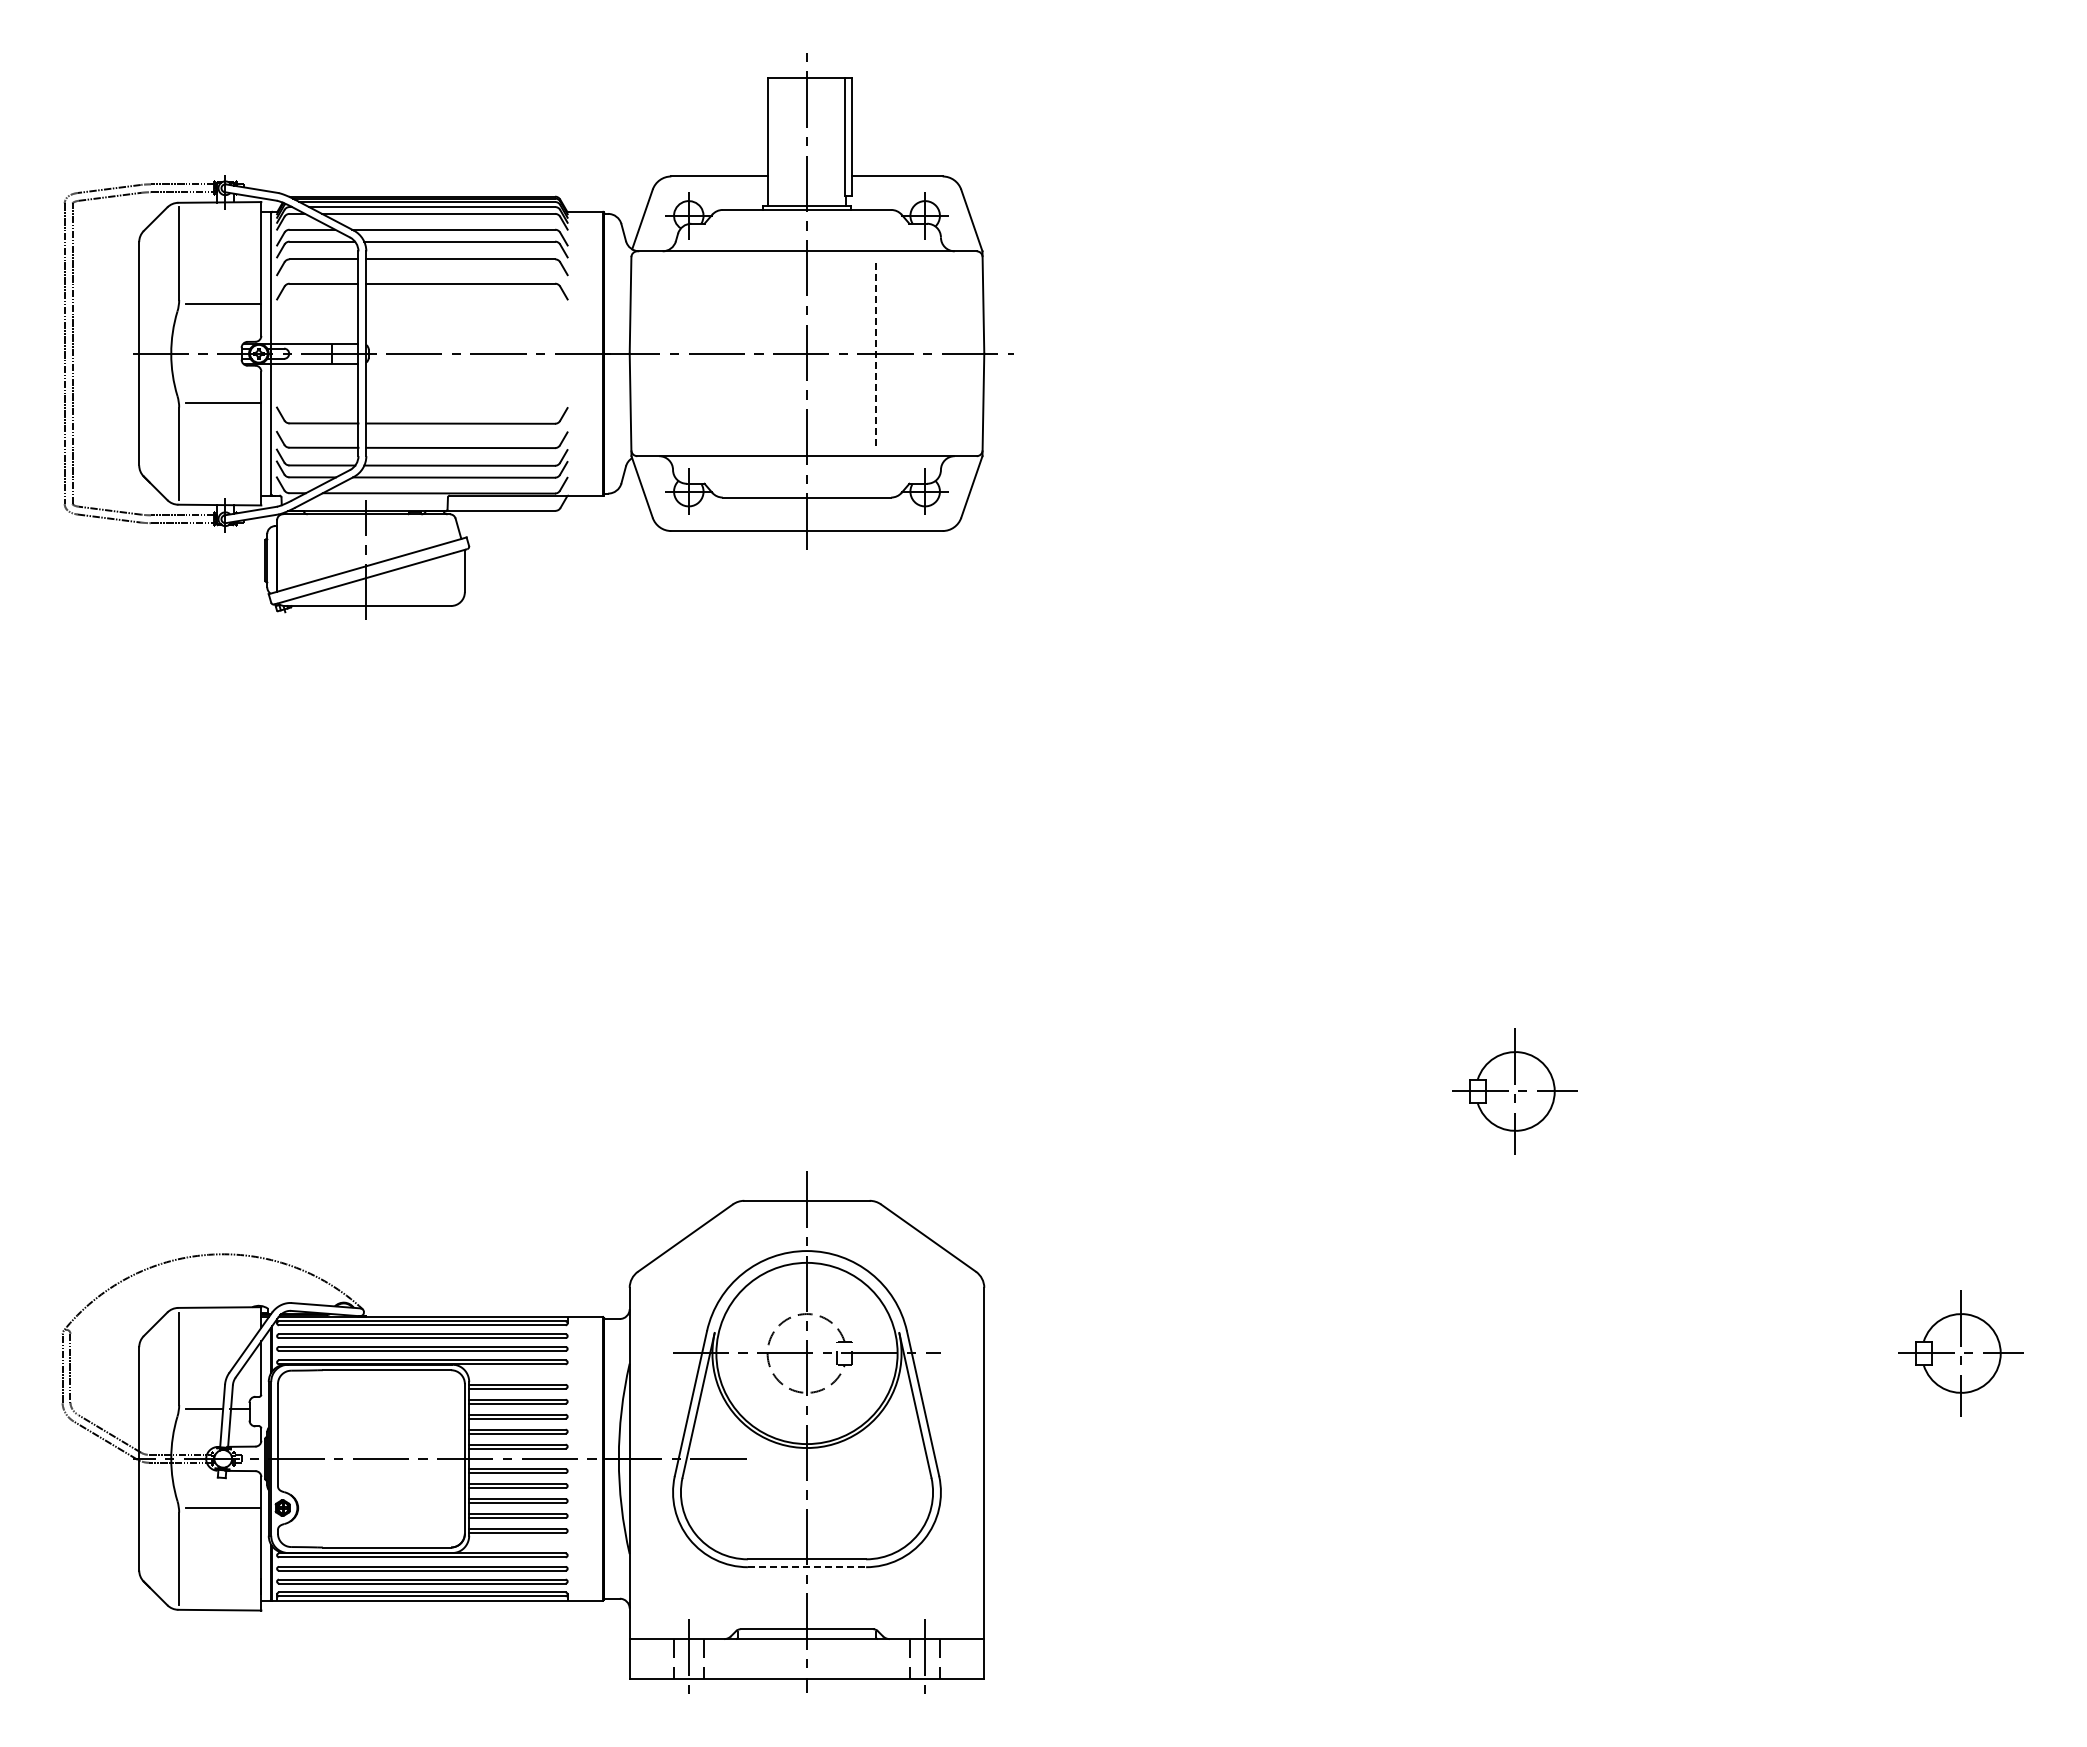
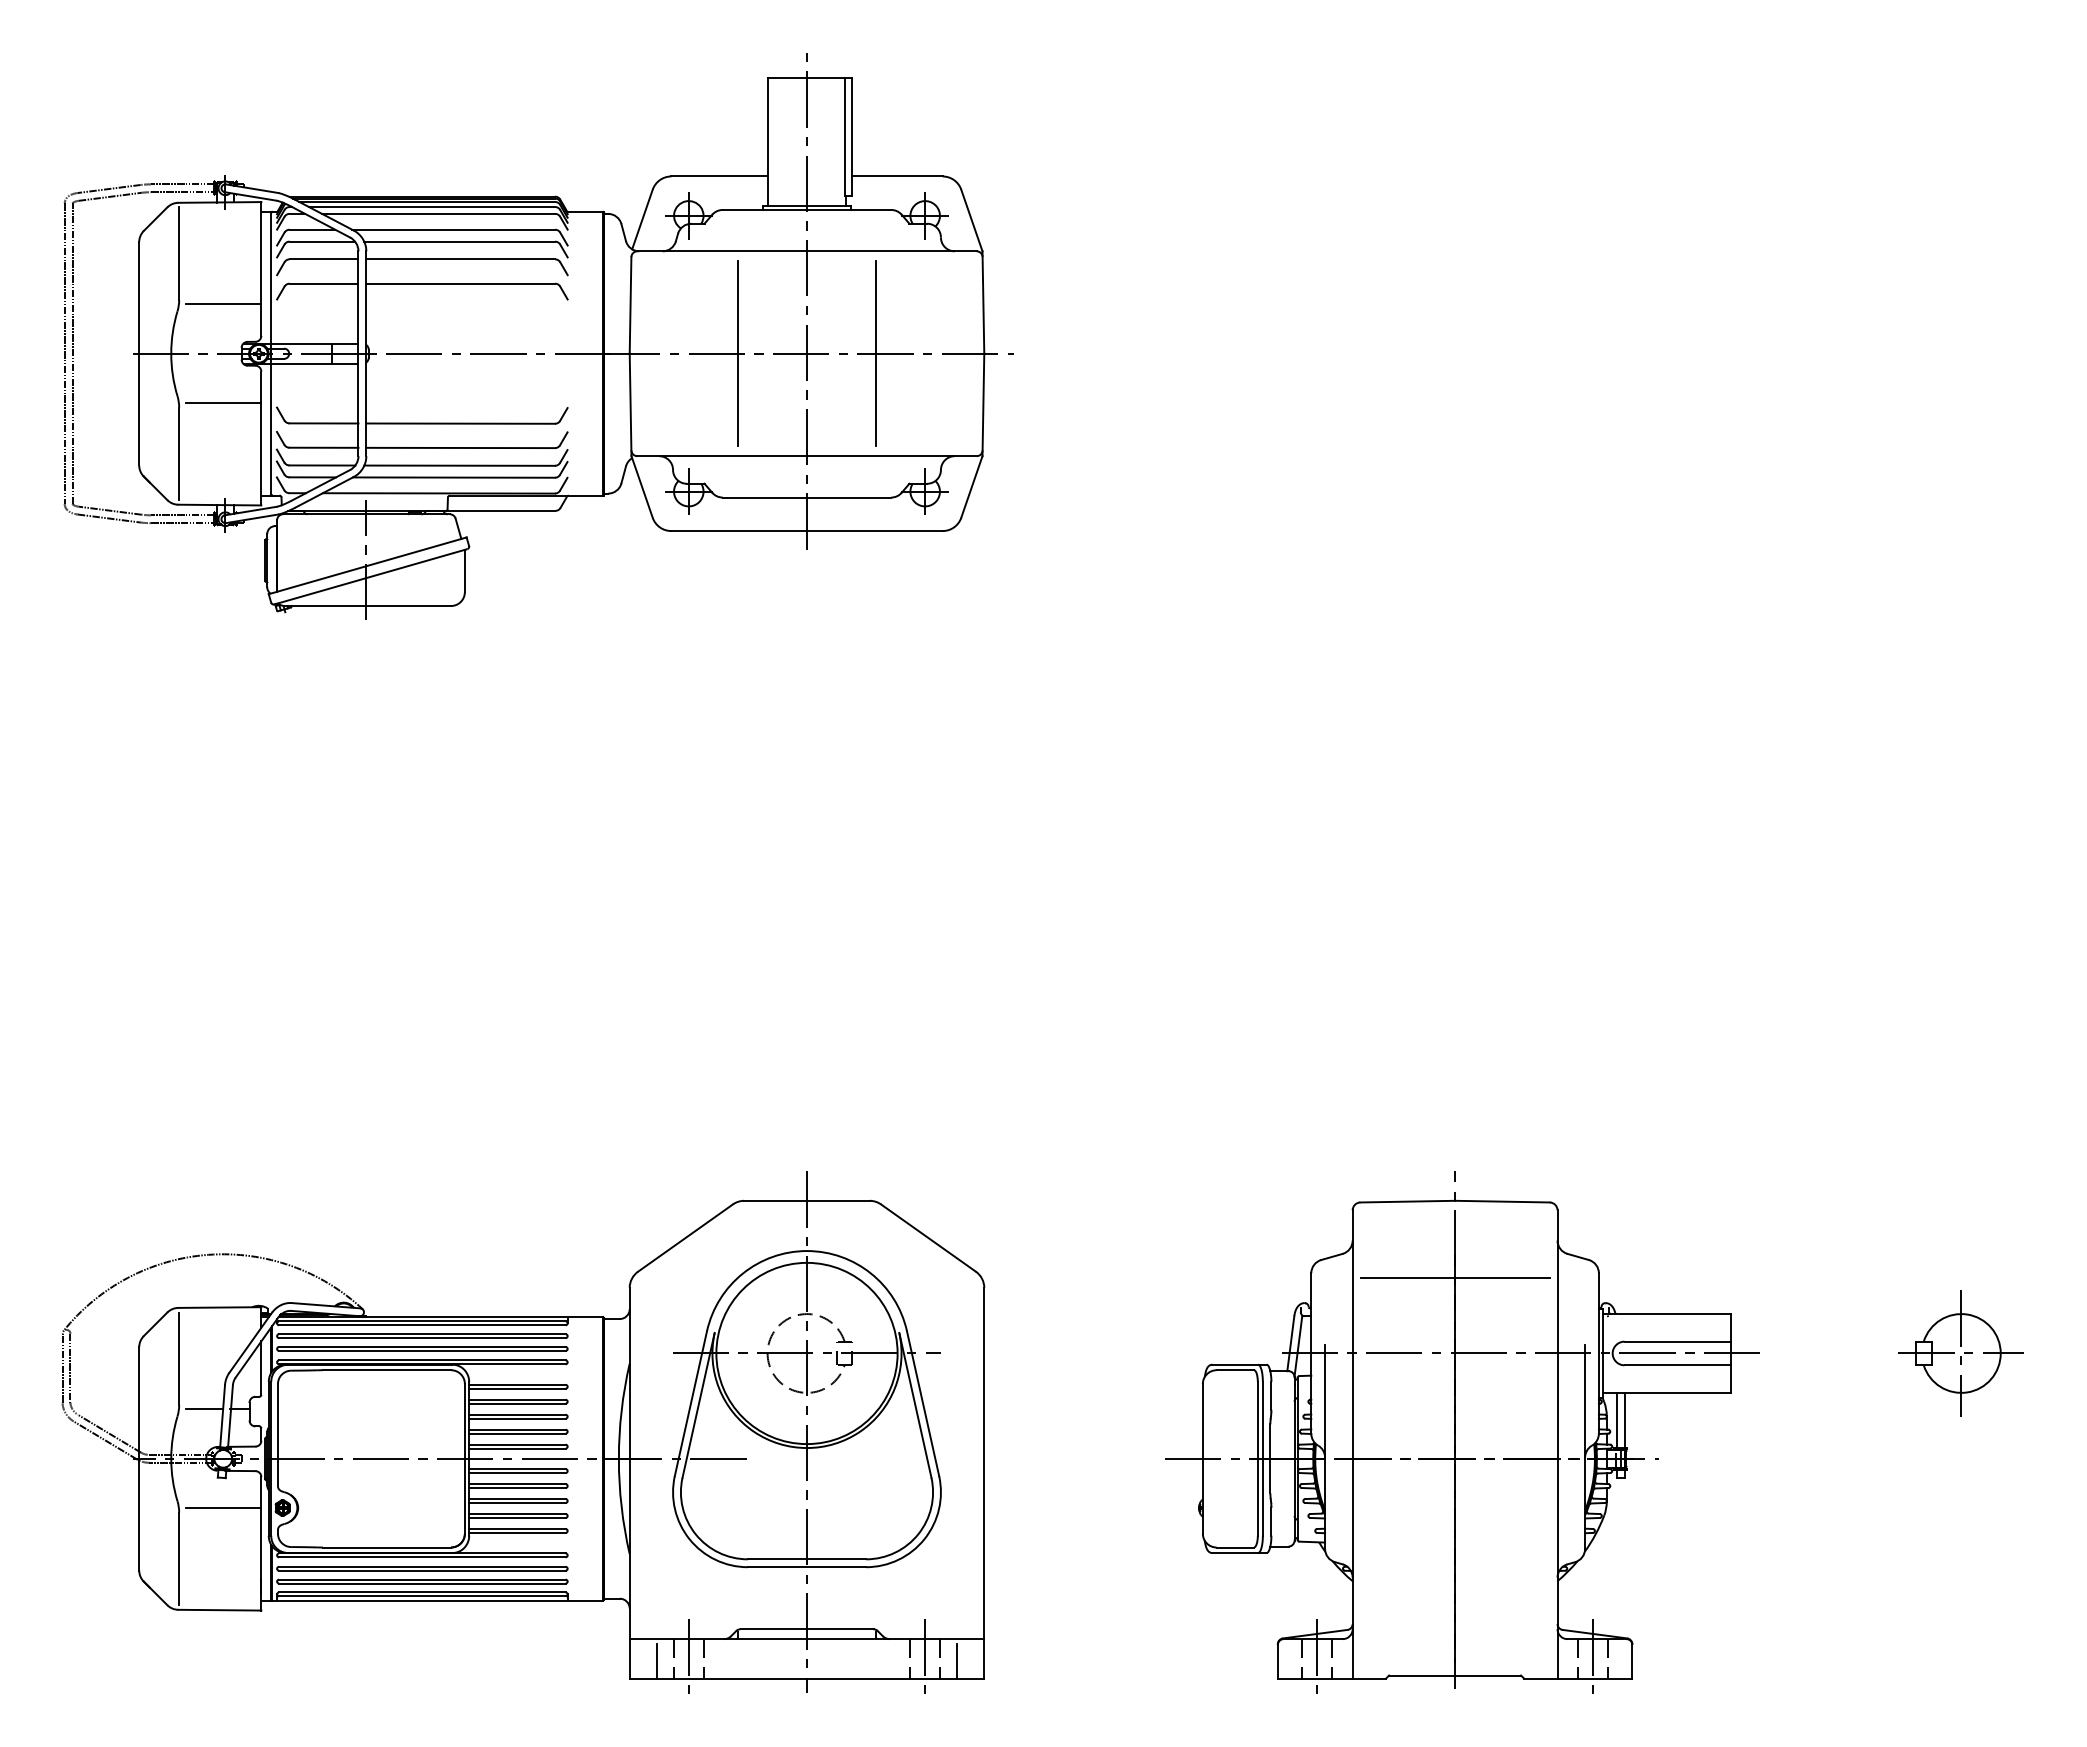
line at (738, 353): none -> present
line at (875, 353): dashed -> solid
part at (1514, 1091): present -> none
part at (1462, 1432): none -> present
line at (807, 1567): dashed -> solid
line at (657, 1661): none -> present
line at (956, 1661): none -> present
